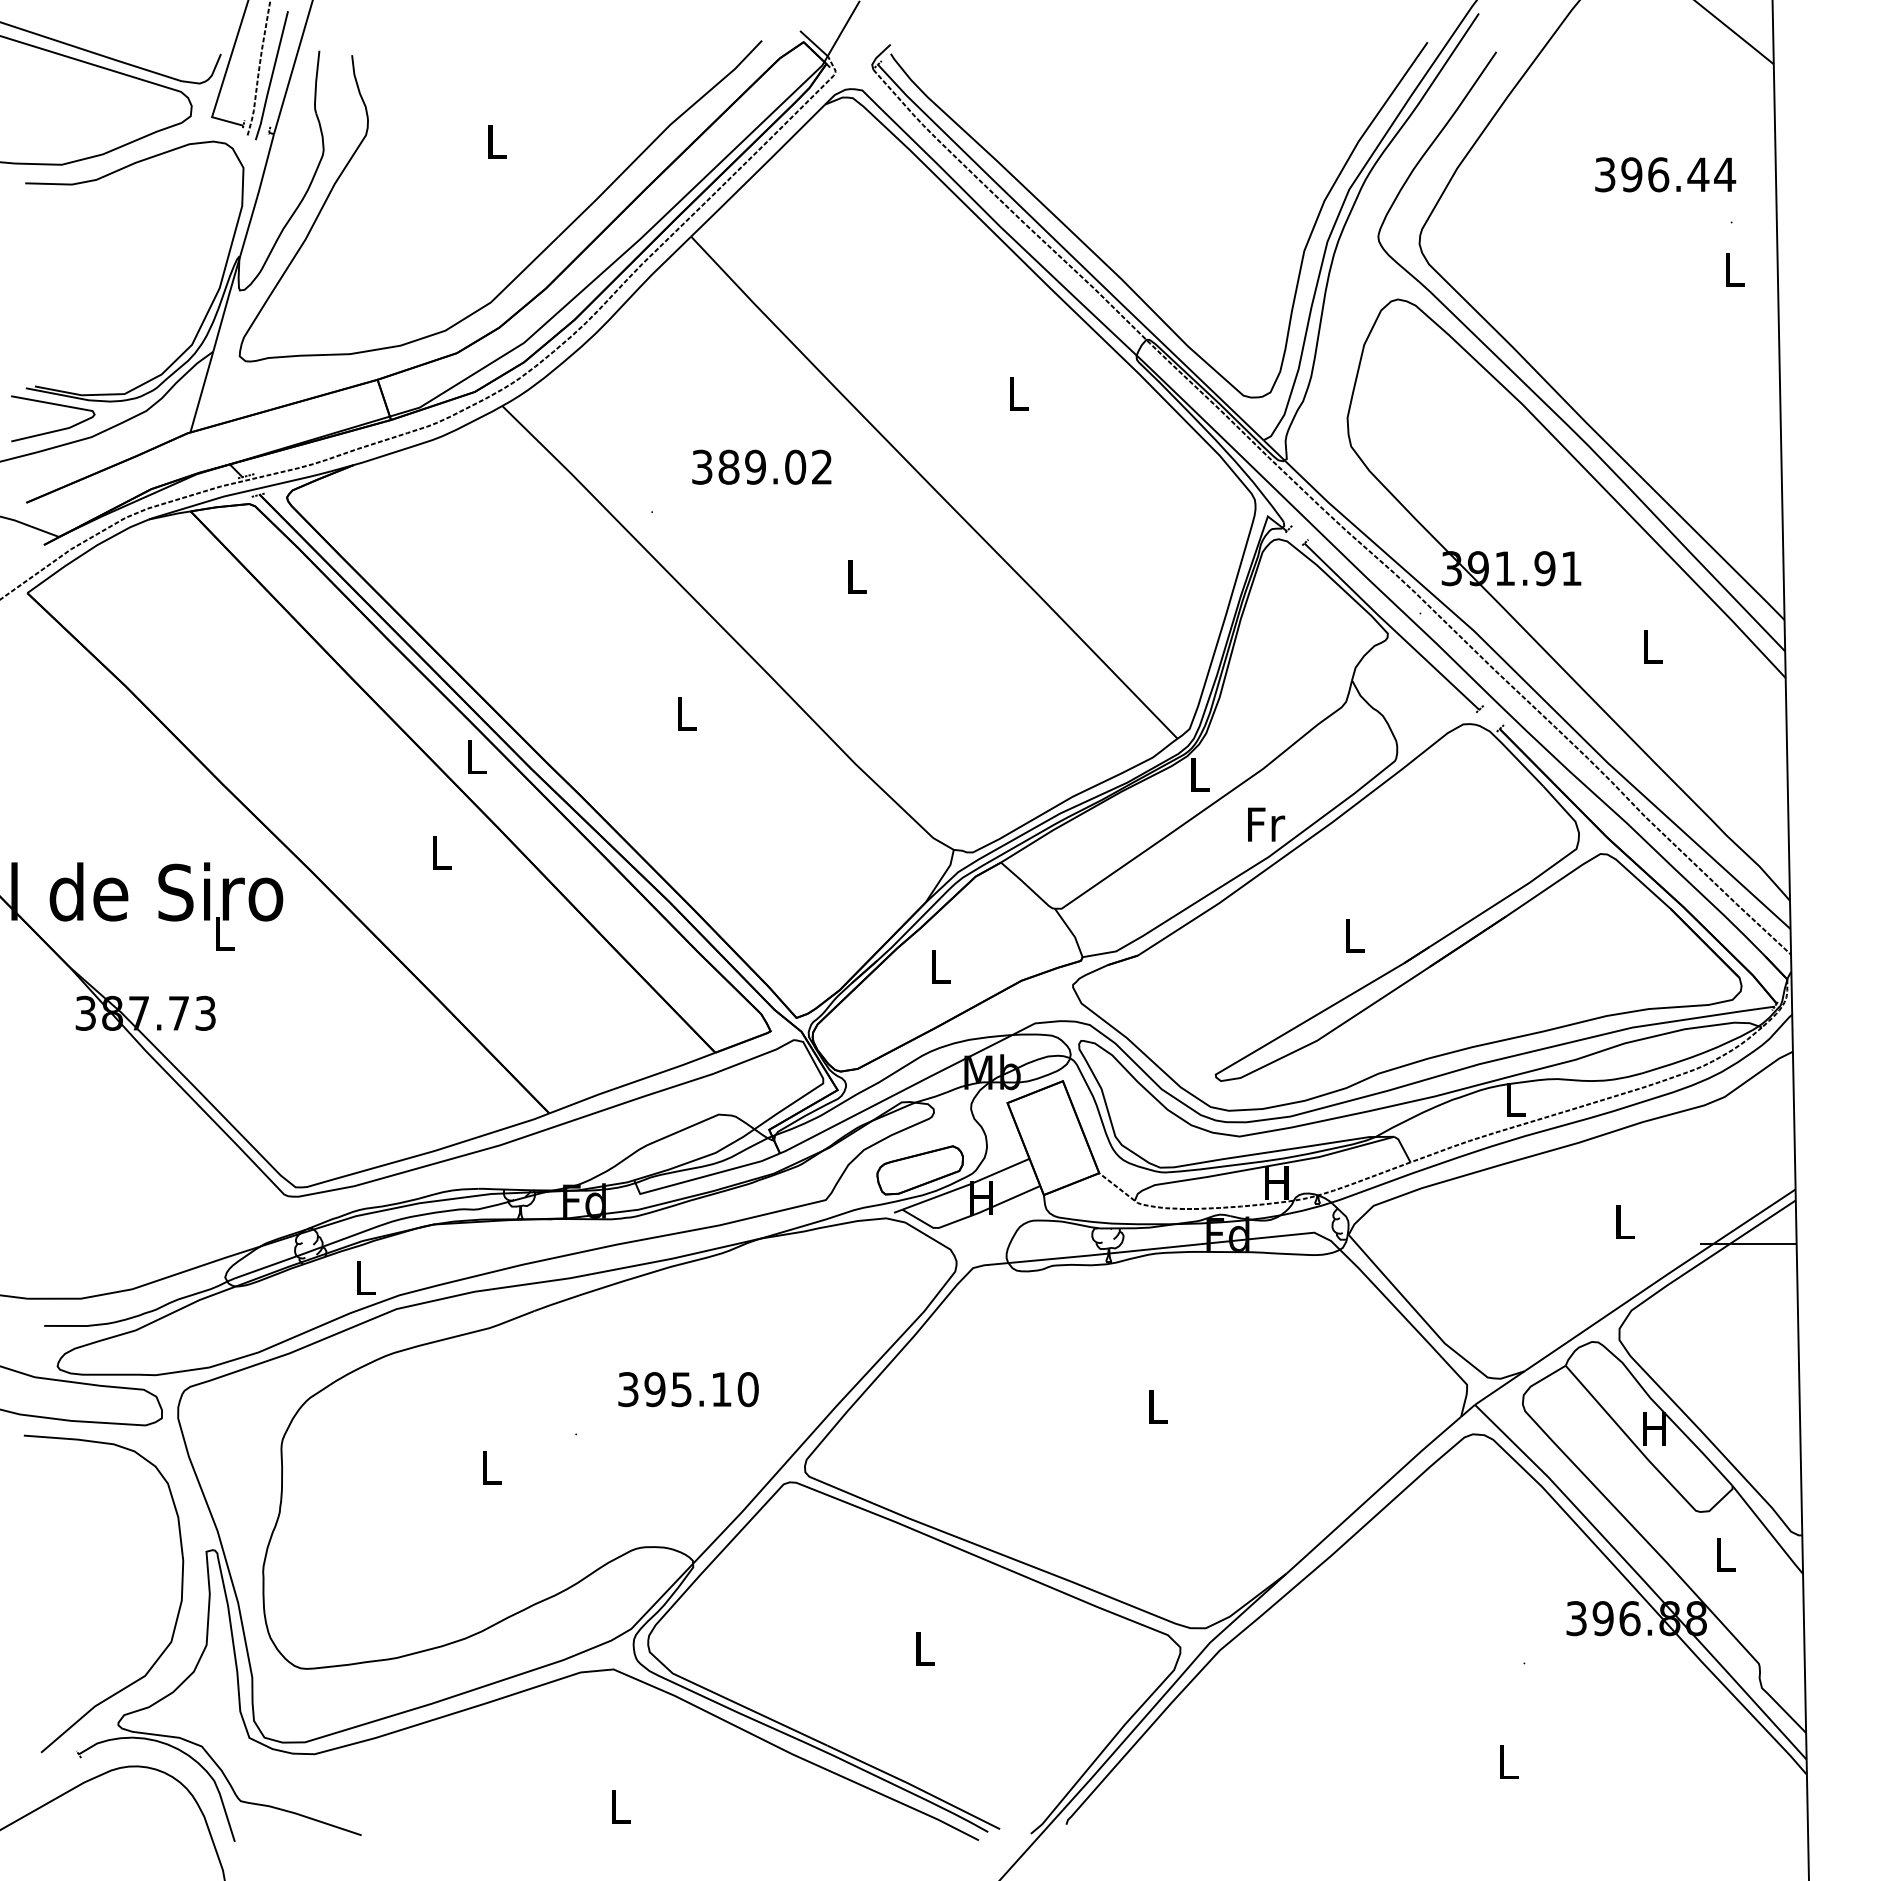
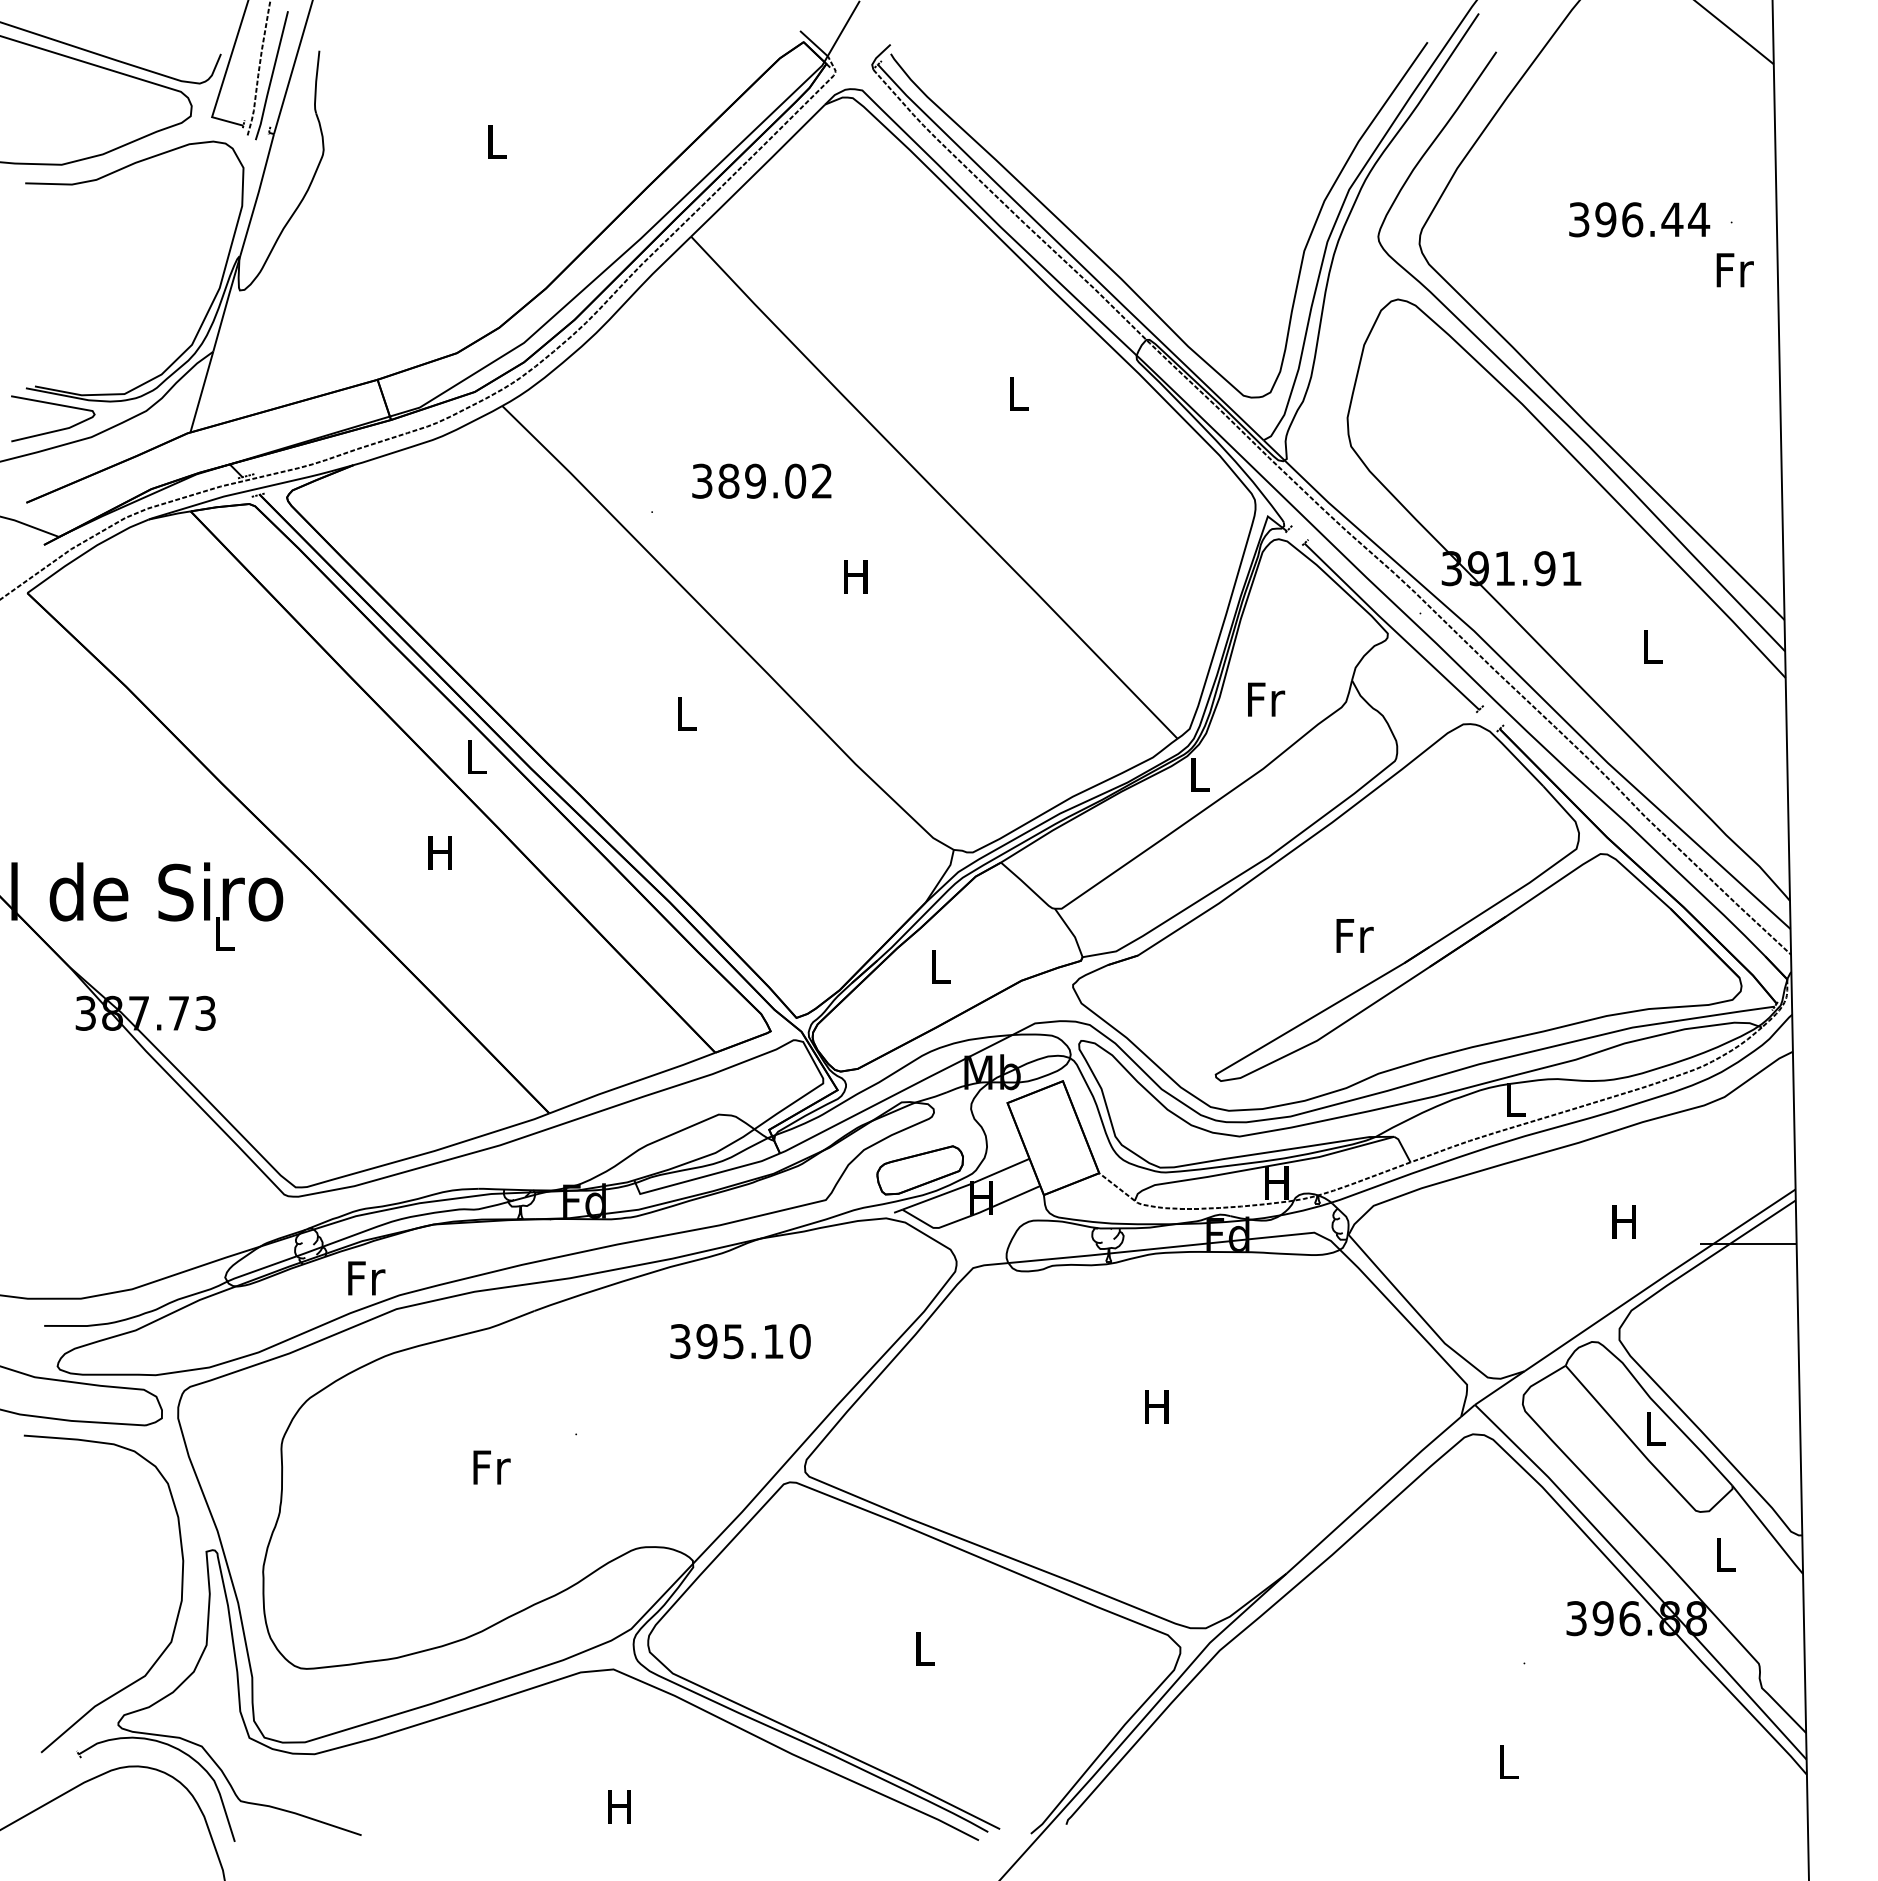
text at (1665, 174) position: (1665, 174) -> (1639, 219)
part at (546, 246): present -> none
text at (1734, 270): L -> Fr
text at (761, 466) position: (761, 466) -> (761, 480)
text at (855, 576): L -> H
text at (1266, 824) position: (1266, 824) -> (1266, 699)
text at (439, 852): L -> H
text at (1354, 935): L -> Fr
text at (1623, 1221): L -> H
text at (366, 1278): L -> Fr
text at (688, 1389) position: (688, 1389) -> (740, 1341)
text at (1156, 1406): L -> H
text at (1654, 1428): H -> L
text at (491, 1467): L -> Fr
text at (619, 1806): L -> H
